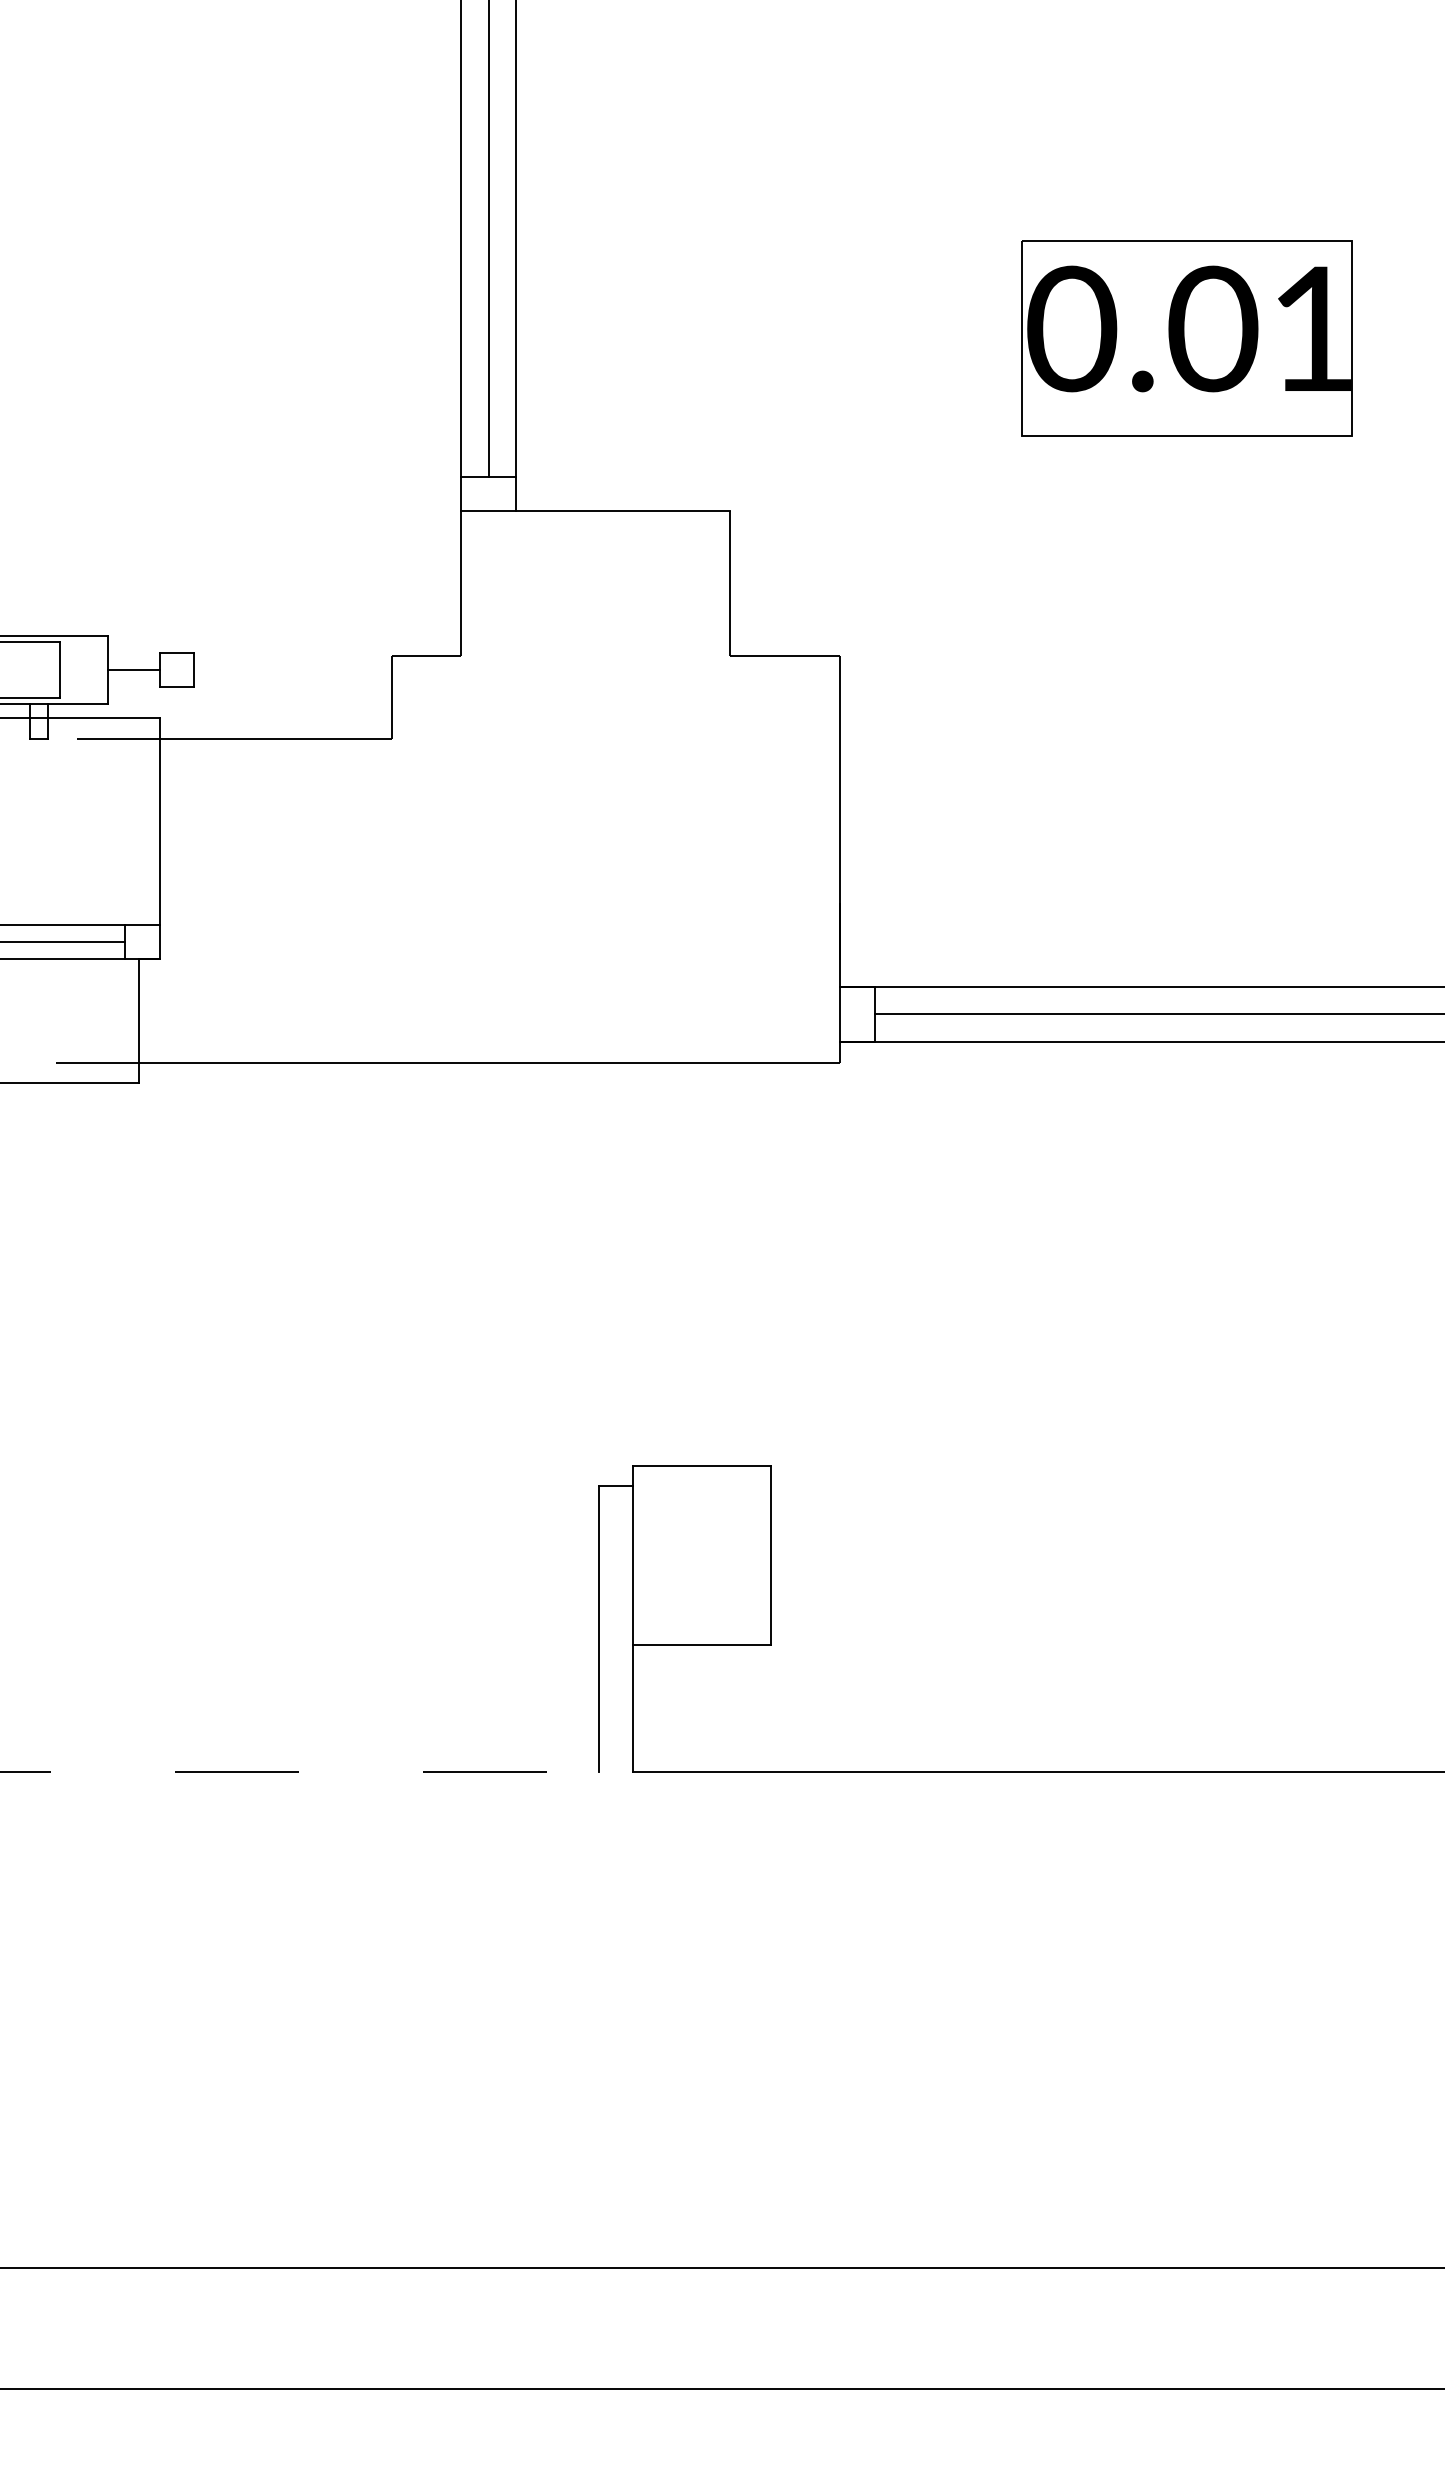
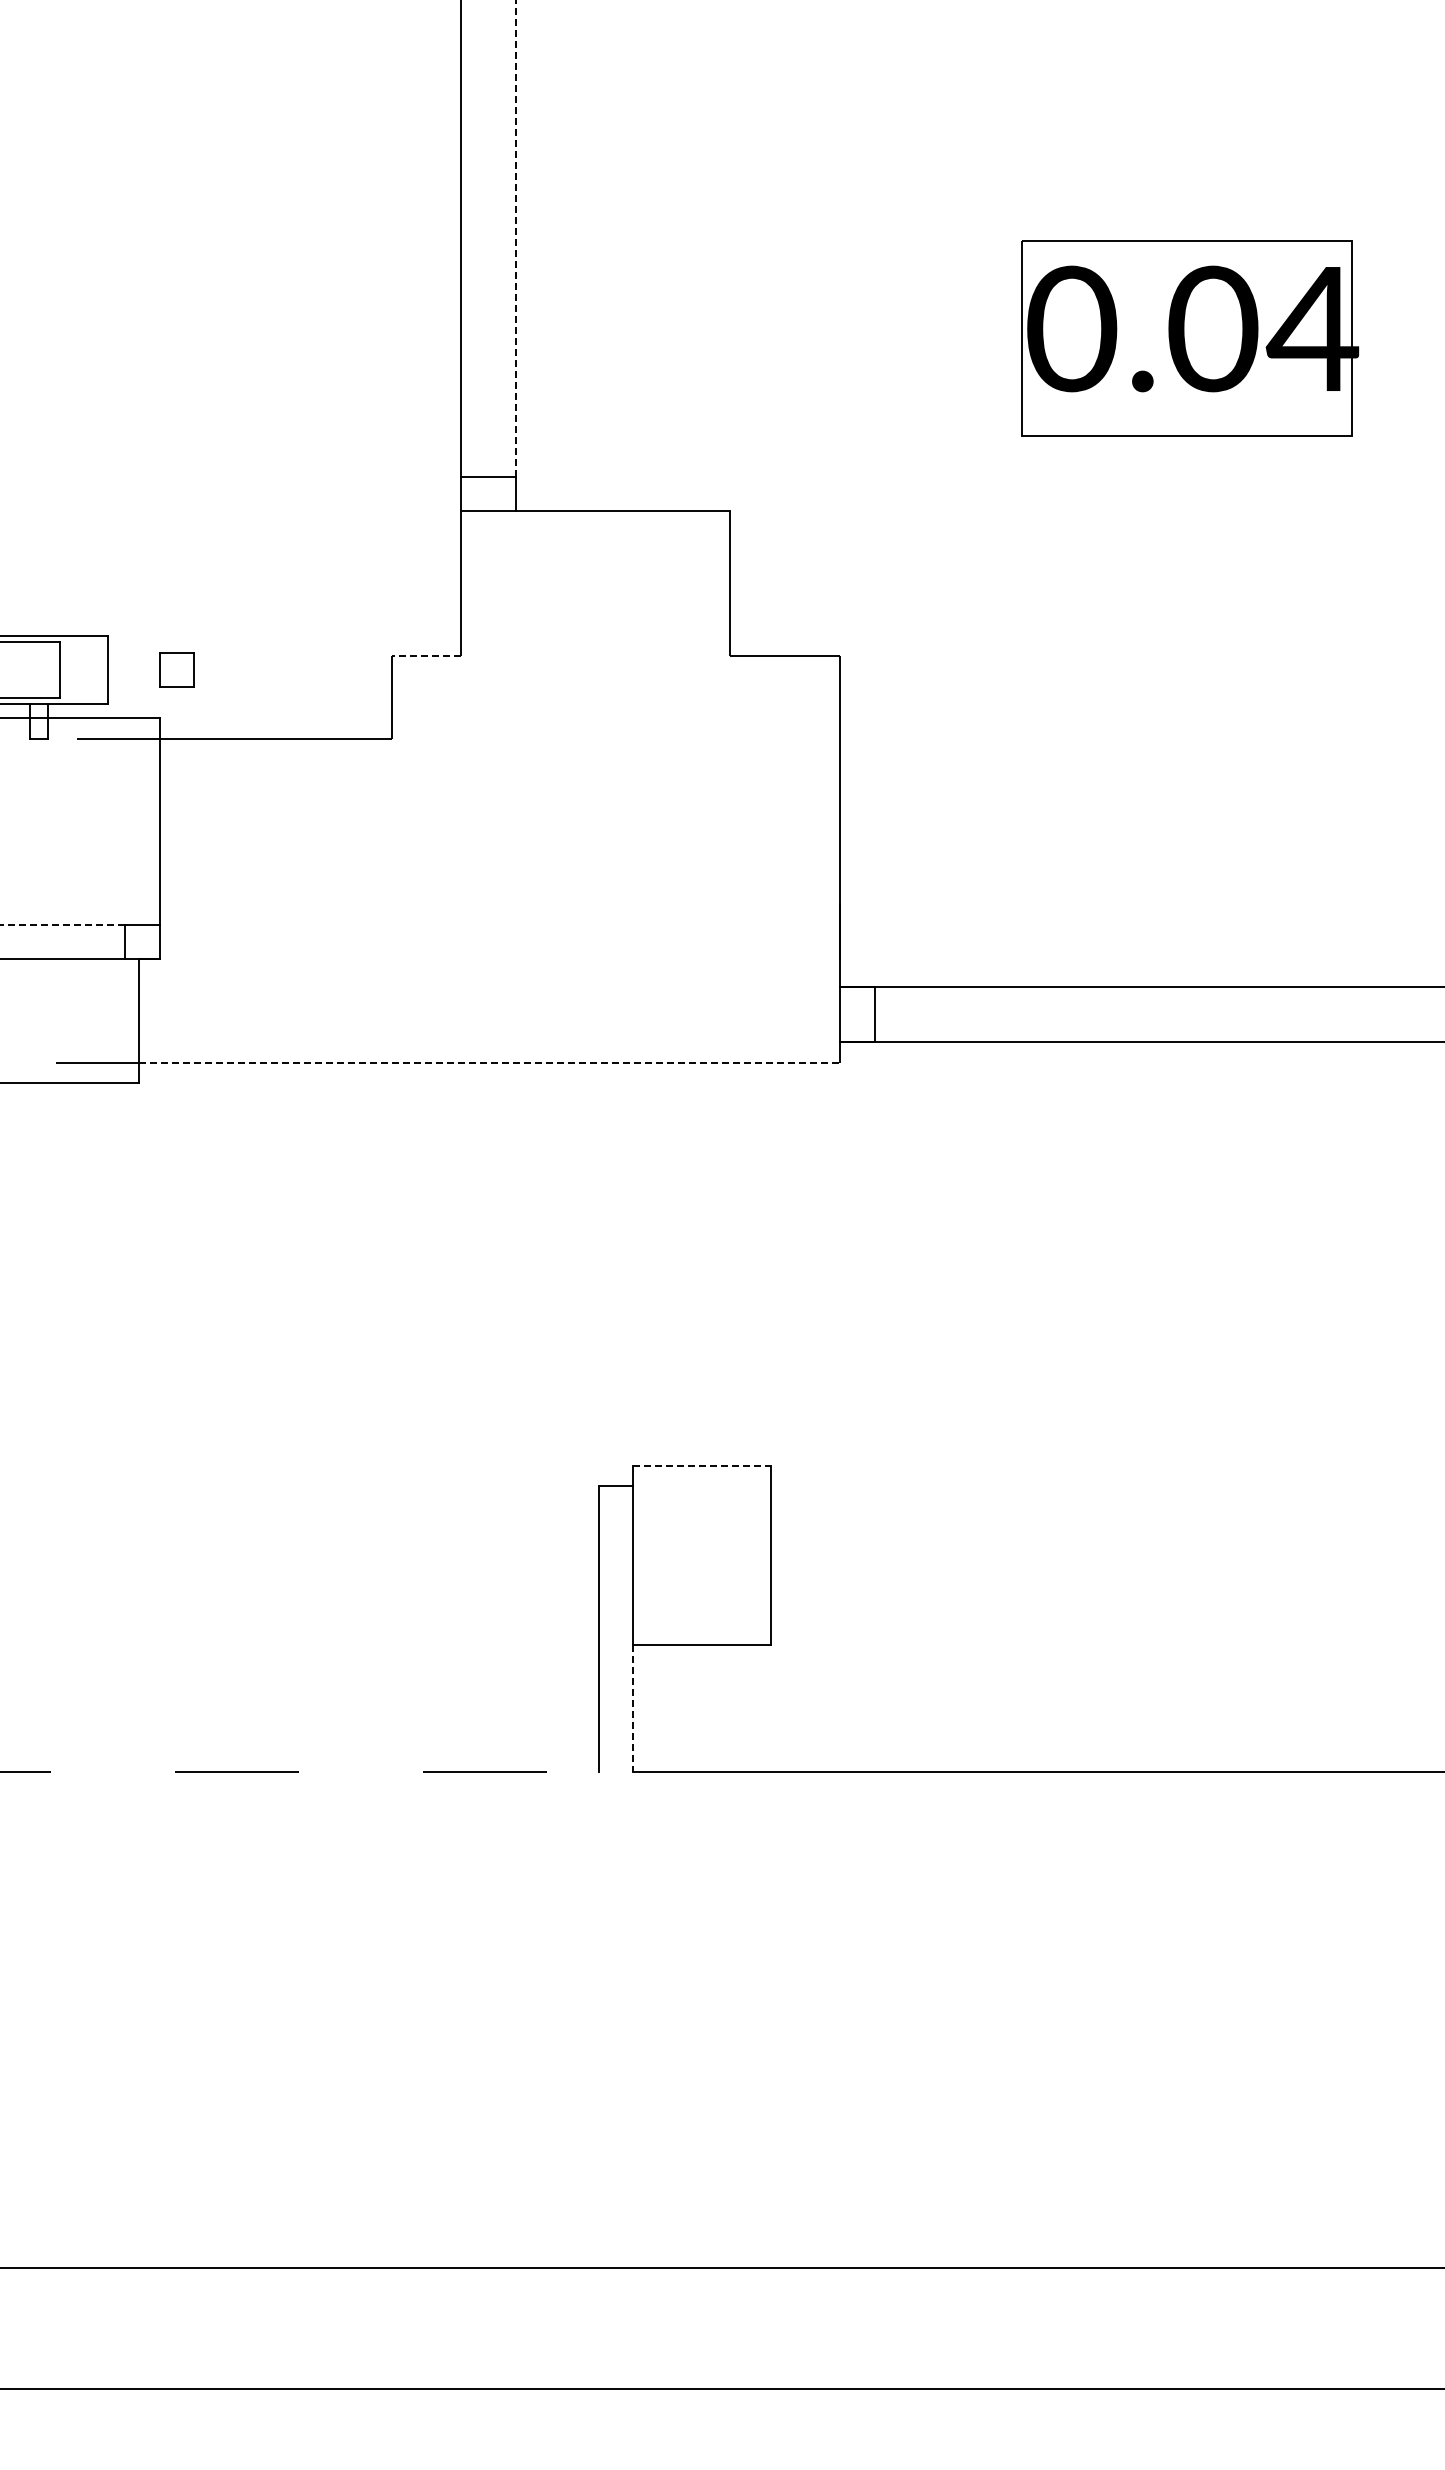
line at (516, 238): solid -> dashed
line at (488, 239): present -> none
text at (1312, 328): 0.01 -> 0.04
line at (426, 656): solid -> dashed
line at (133, 669): present -> none
line at (62, 924): solid -> dashed
line at (63, 942): present -> none
line at (1157, 1014): present -> none
line at (489, 1062): solid -> dashed
line at (702, 1465): solid -> dashed
line at (633, 1708): solid -> dashed
